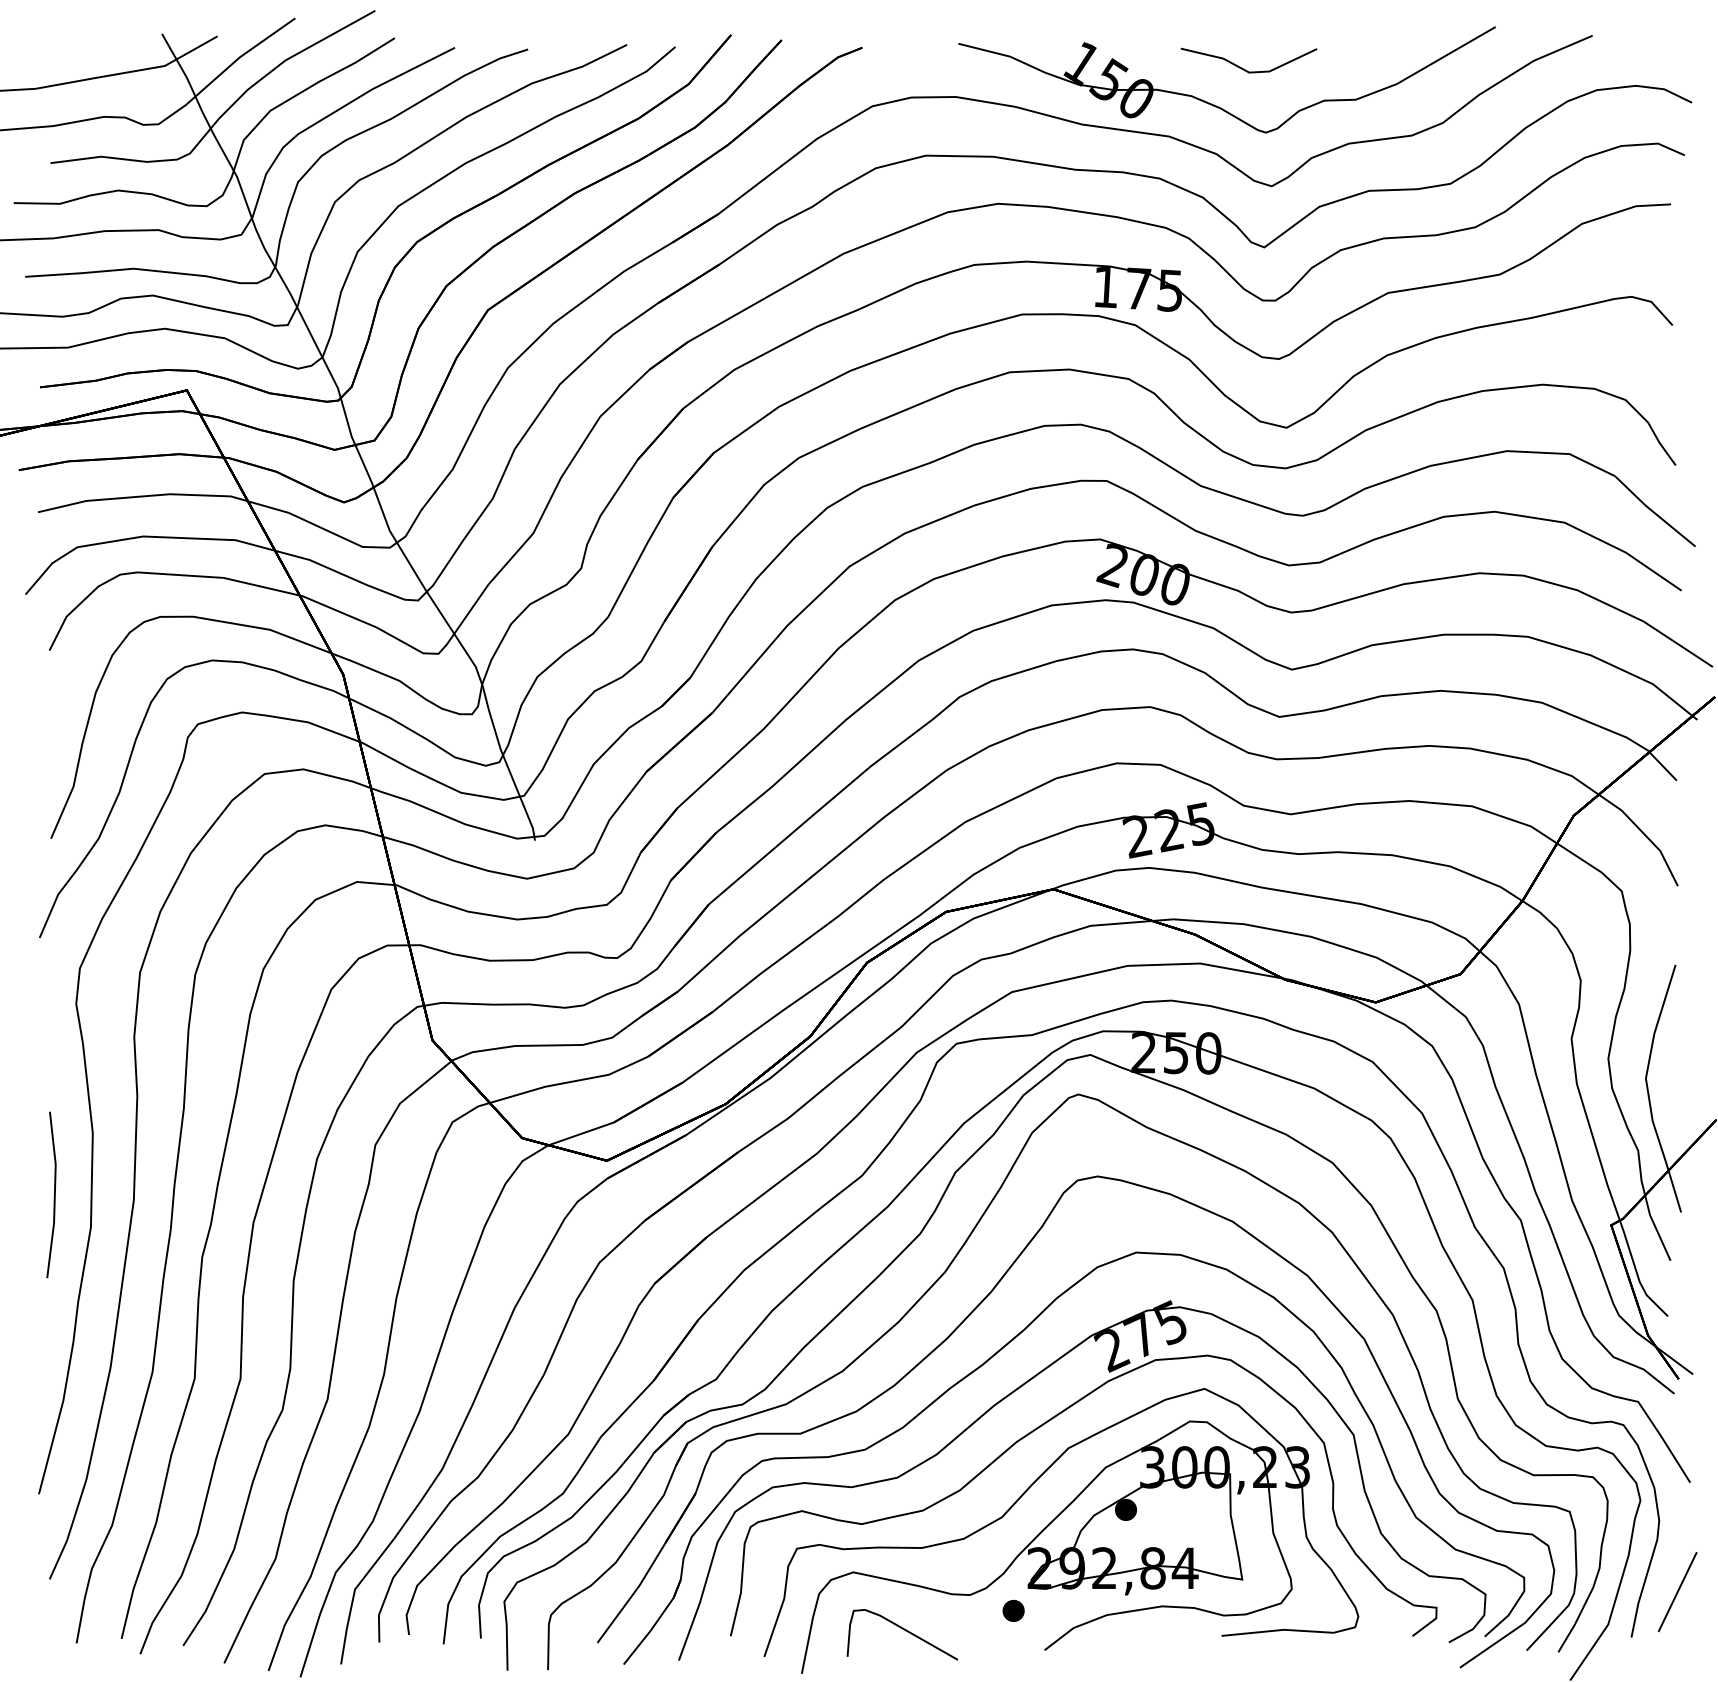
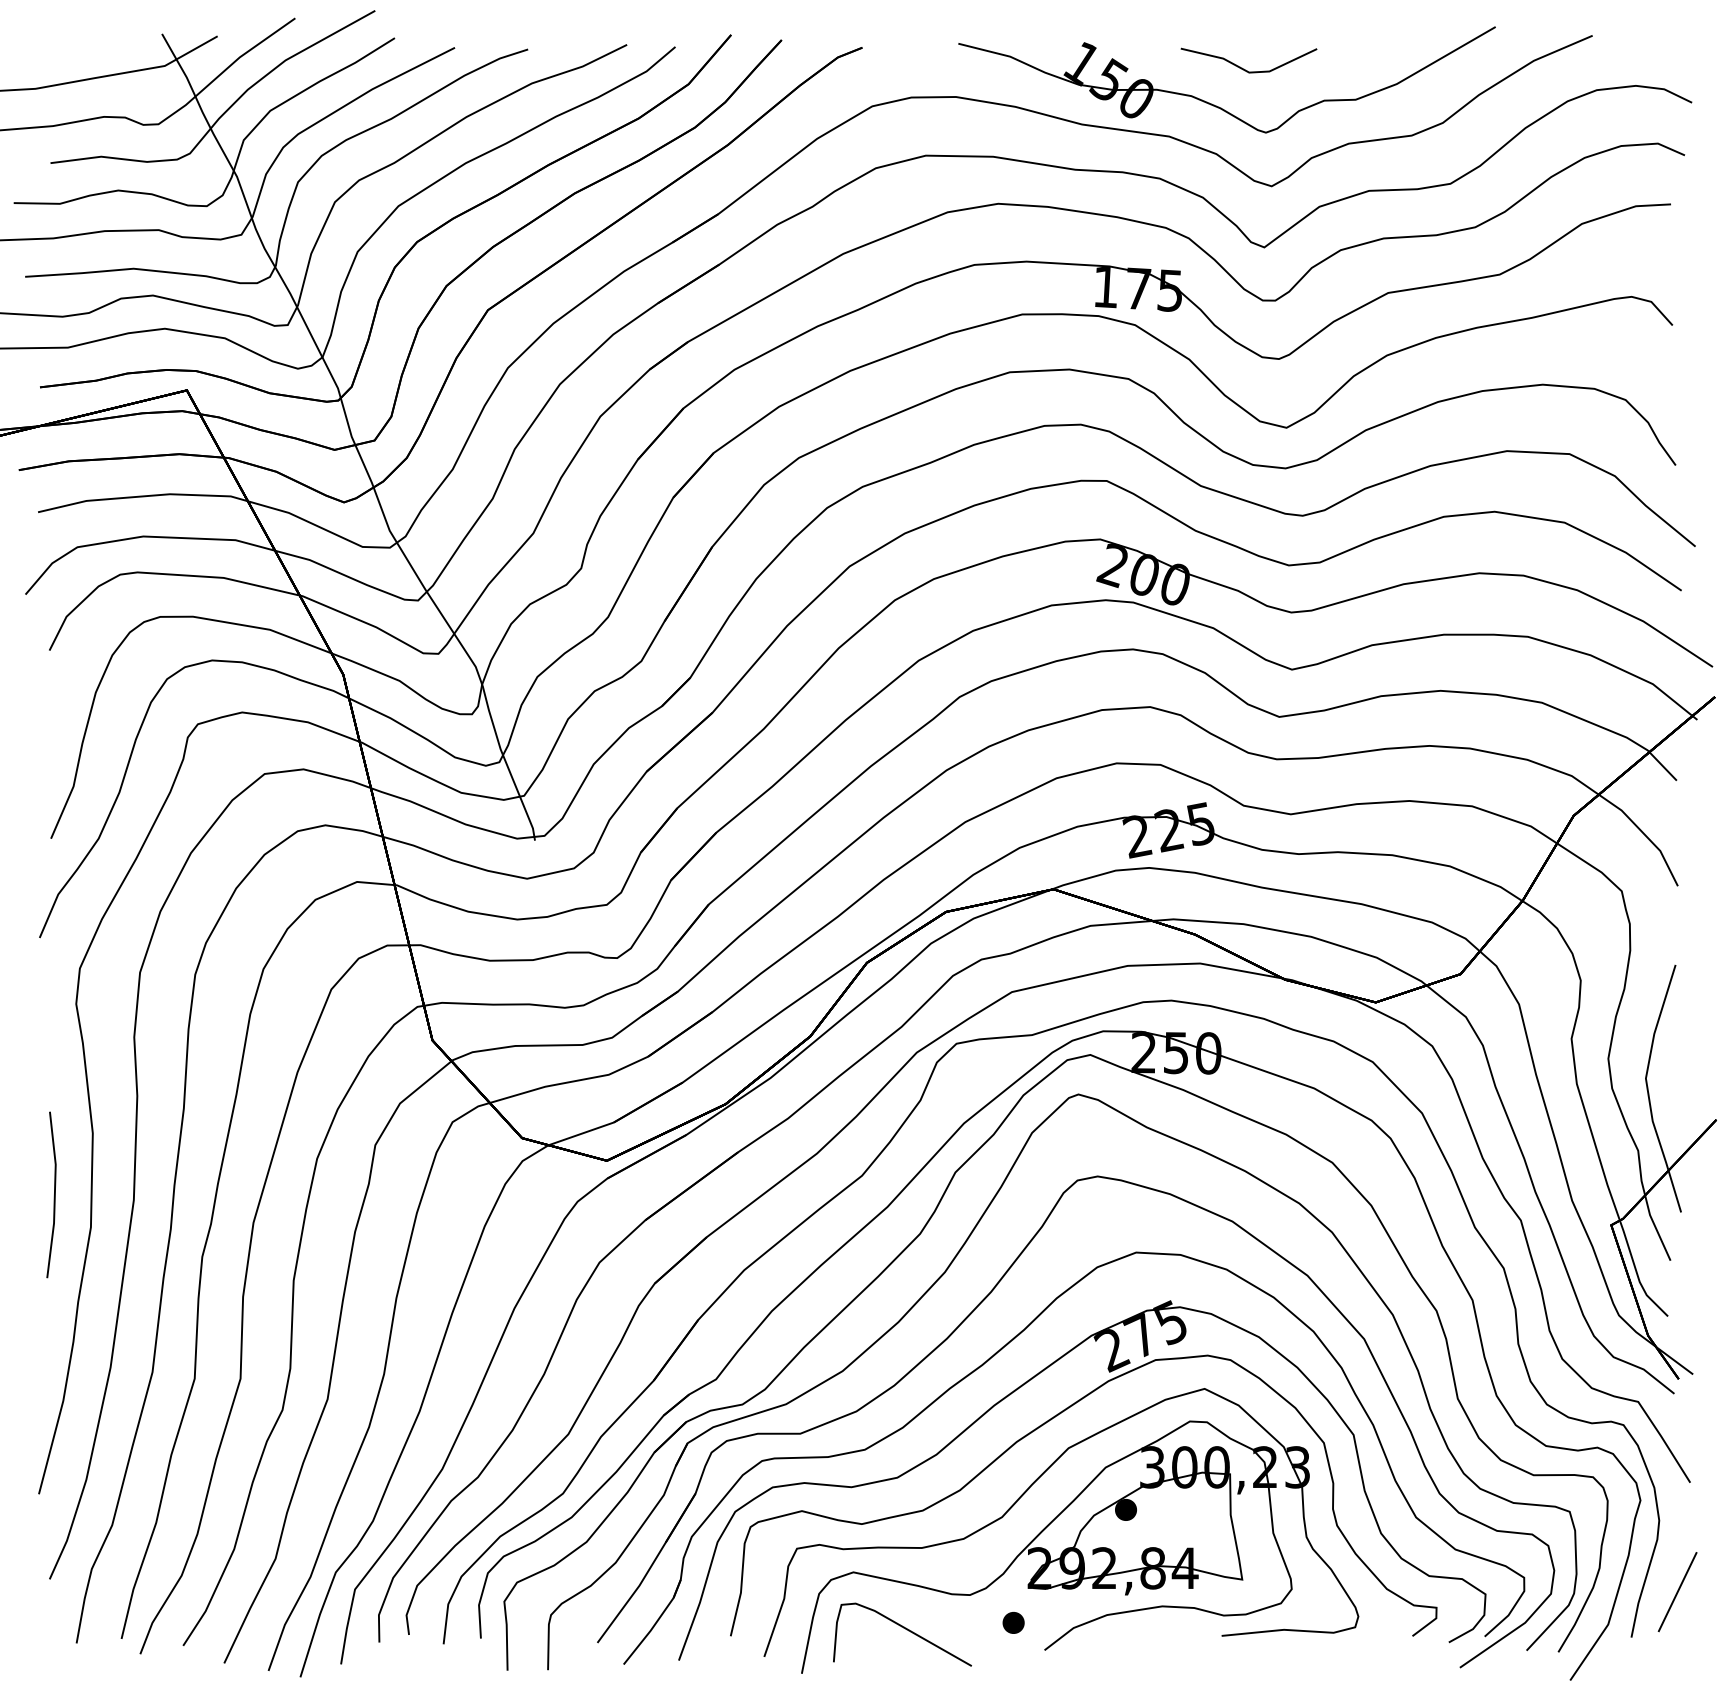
part at (1013, 1610) position: (1013, 1610) -> (1013, 1622)
part at (902, 1634) size: 113x52 px -> 139x65 px
